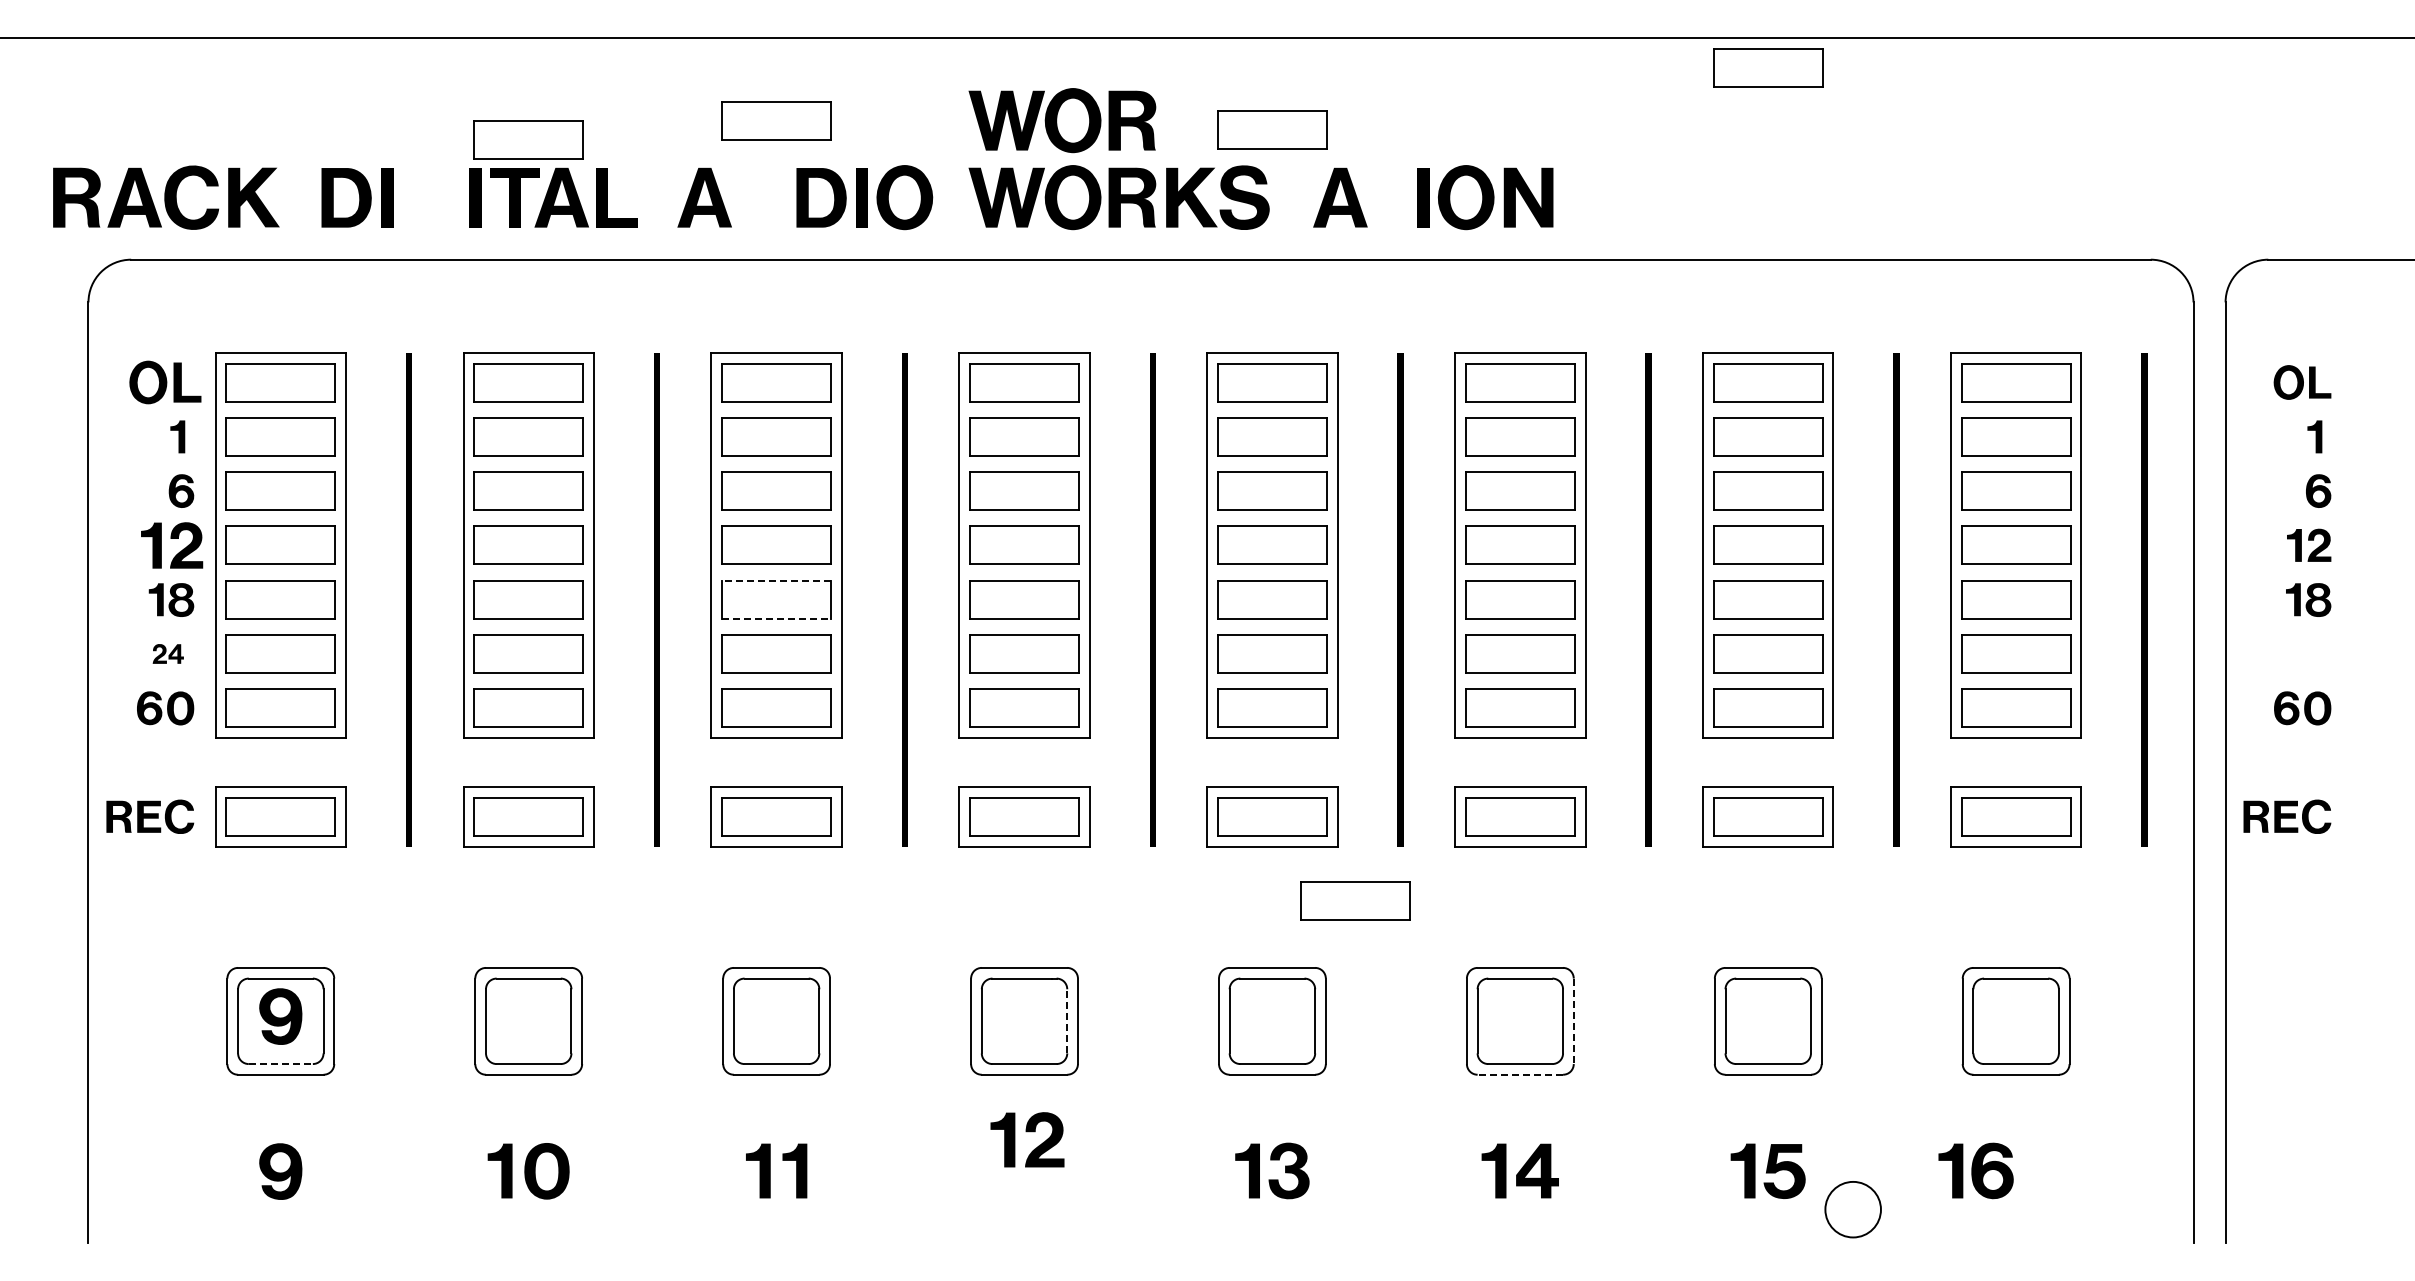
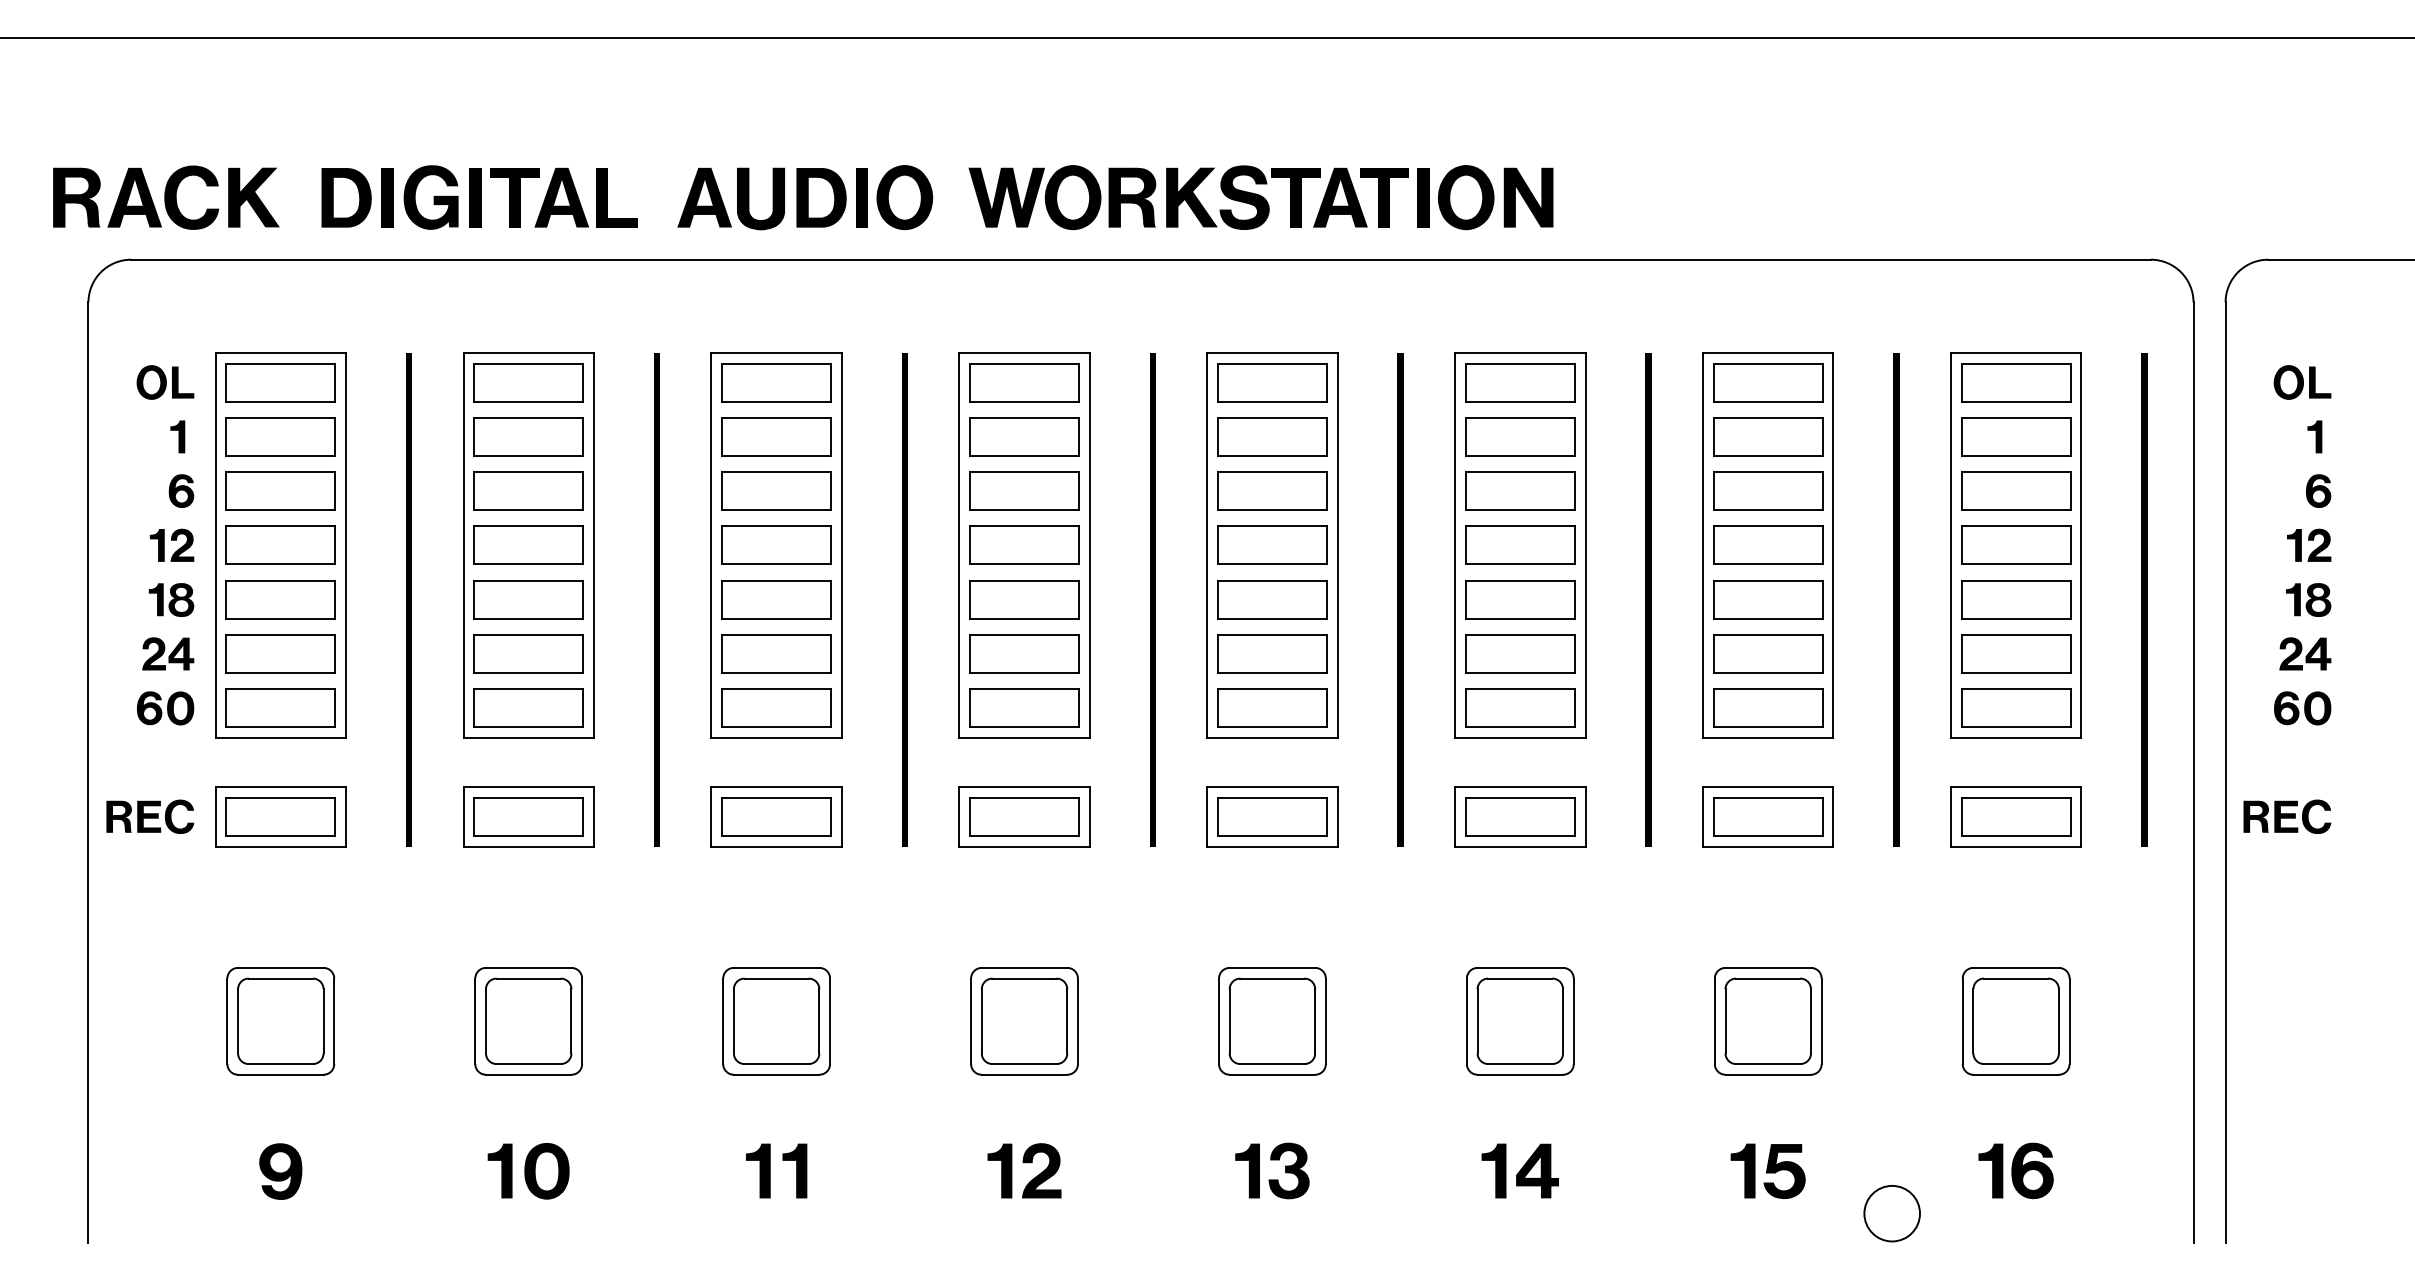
part at (1768, 67): present -> none
part at (776, 120): present -> none
part at (1062, 120): present -> none
part at (1272, 129): present -> none
part at (528, 139): present -> none
part at (430, 197): none -> present
fill at (1295, 197): none -> present
fill at (1384, 197): none -> present
part at (749, 198): none -> present
part at (165, 382) size: 73x45 px -> 59x35 px
part at (172, 545) size: 63x47 px -> 46x34 px
line at (776, 580): dashed -> solid
line at (777, 618): dashed -> solid
part at (167, 653) size: 32x20 px -> 53x34 px
part at (2305, 653): none -> present
part at (1355, 900): present -> none
part at (280, 1016): present -> none
line at (1067, 1020): dashed -> solid
line at (1573, 1021): dashed -> solid
line at (281, 1064): dashed -> solid
line at (1520, 1074): dashed -> solid
part at (1027, 1132) position: (1027, 1132) -> (1024, 1163)
part at (1975, 1170) position: (1975, 1170) -> (2015, 1170)
part at (1852, 1209) position: (1852, 1209) -> (1891, 1213)
